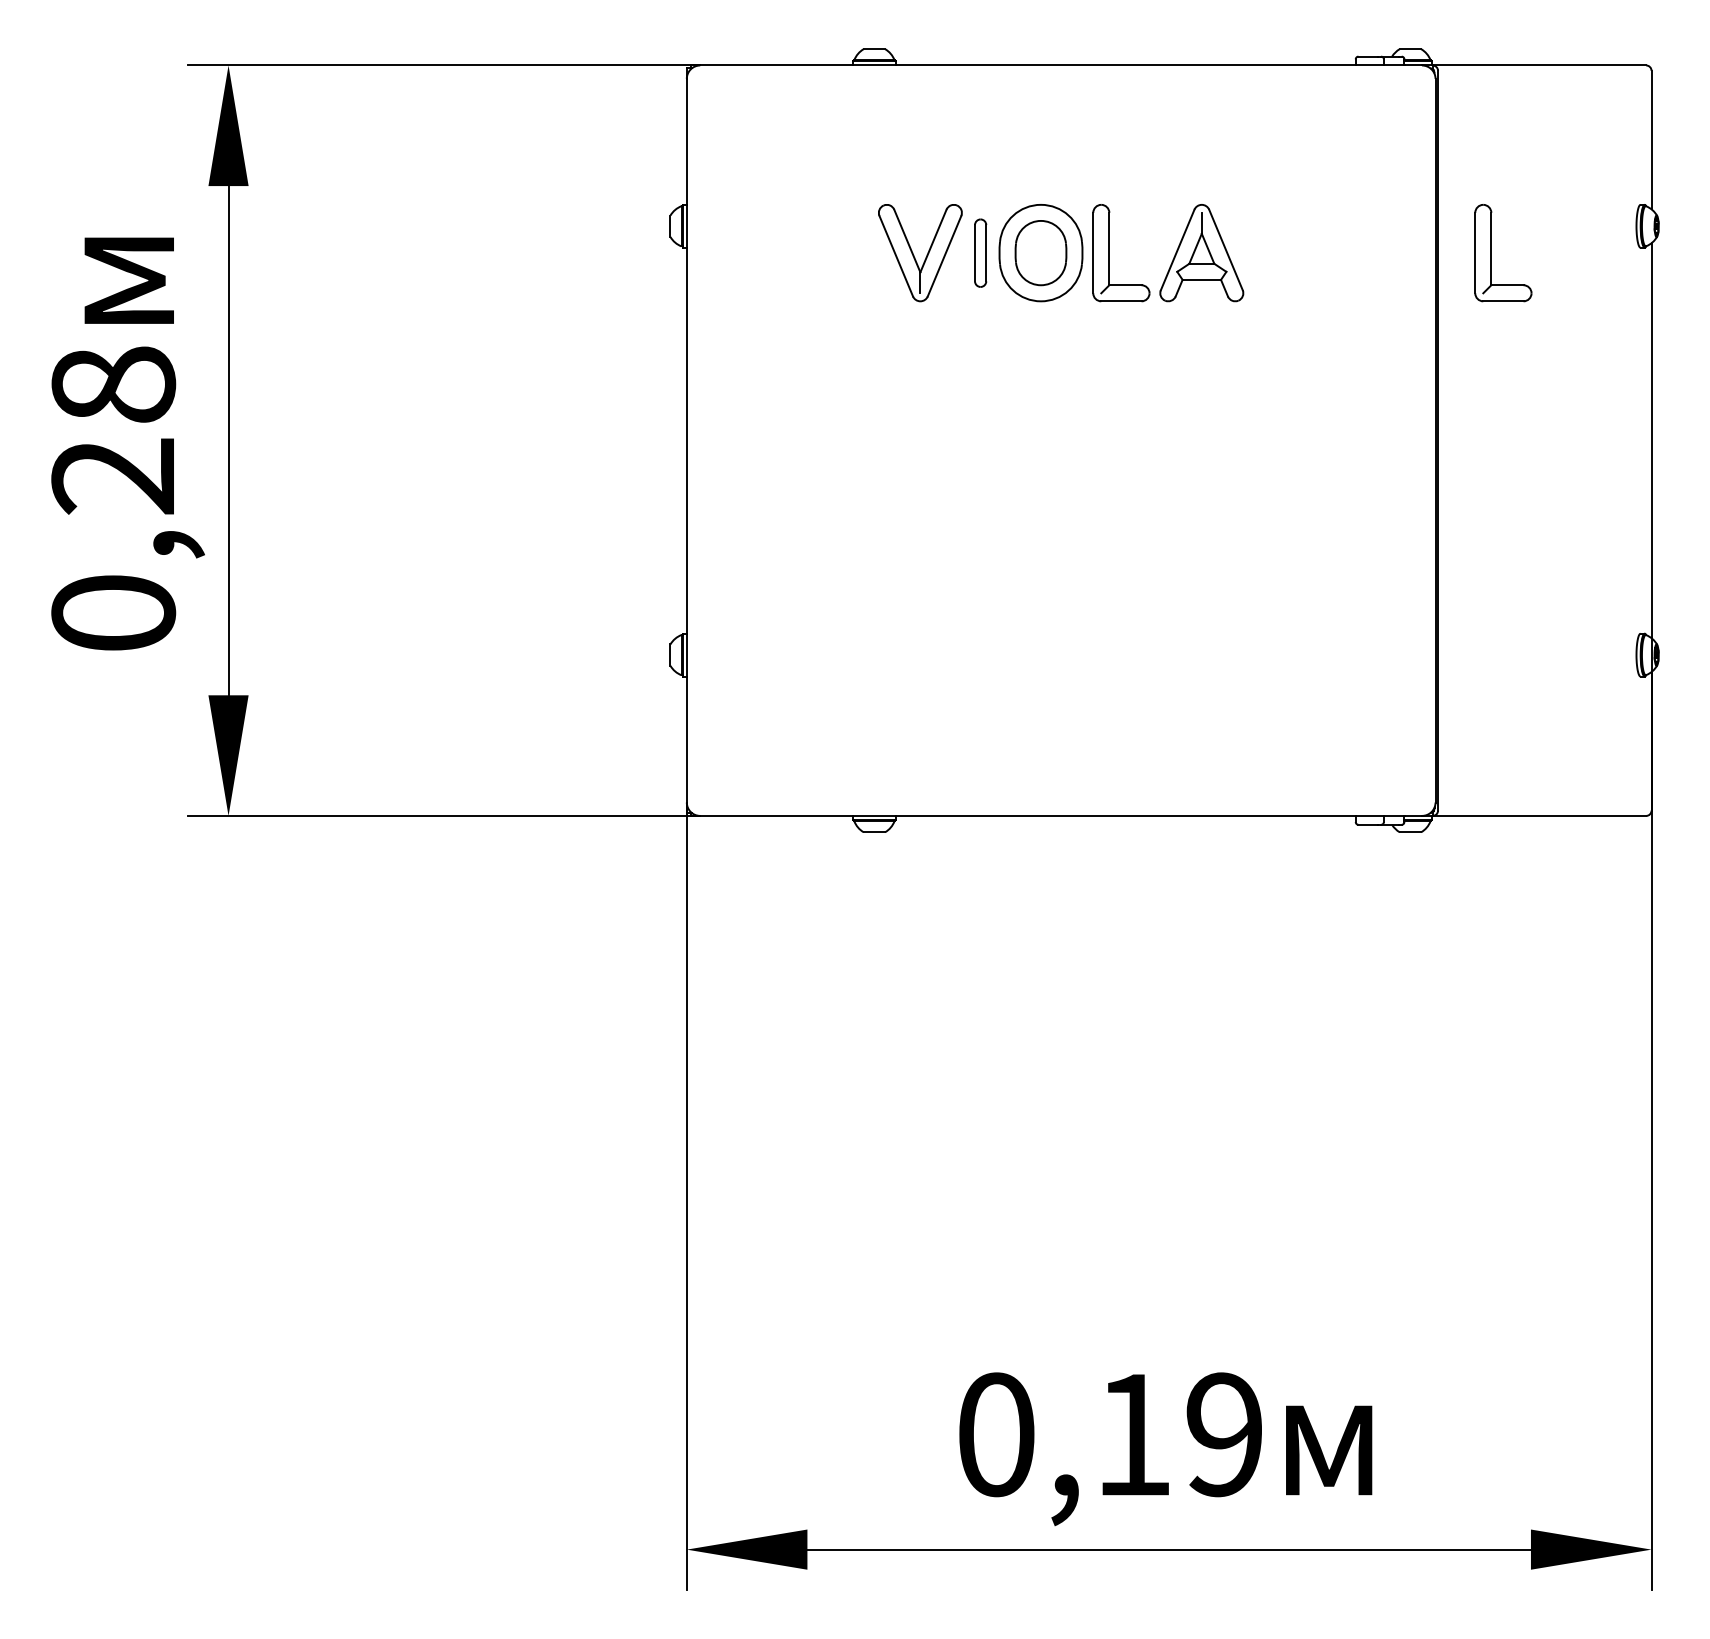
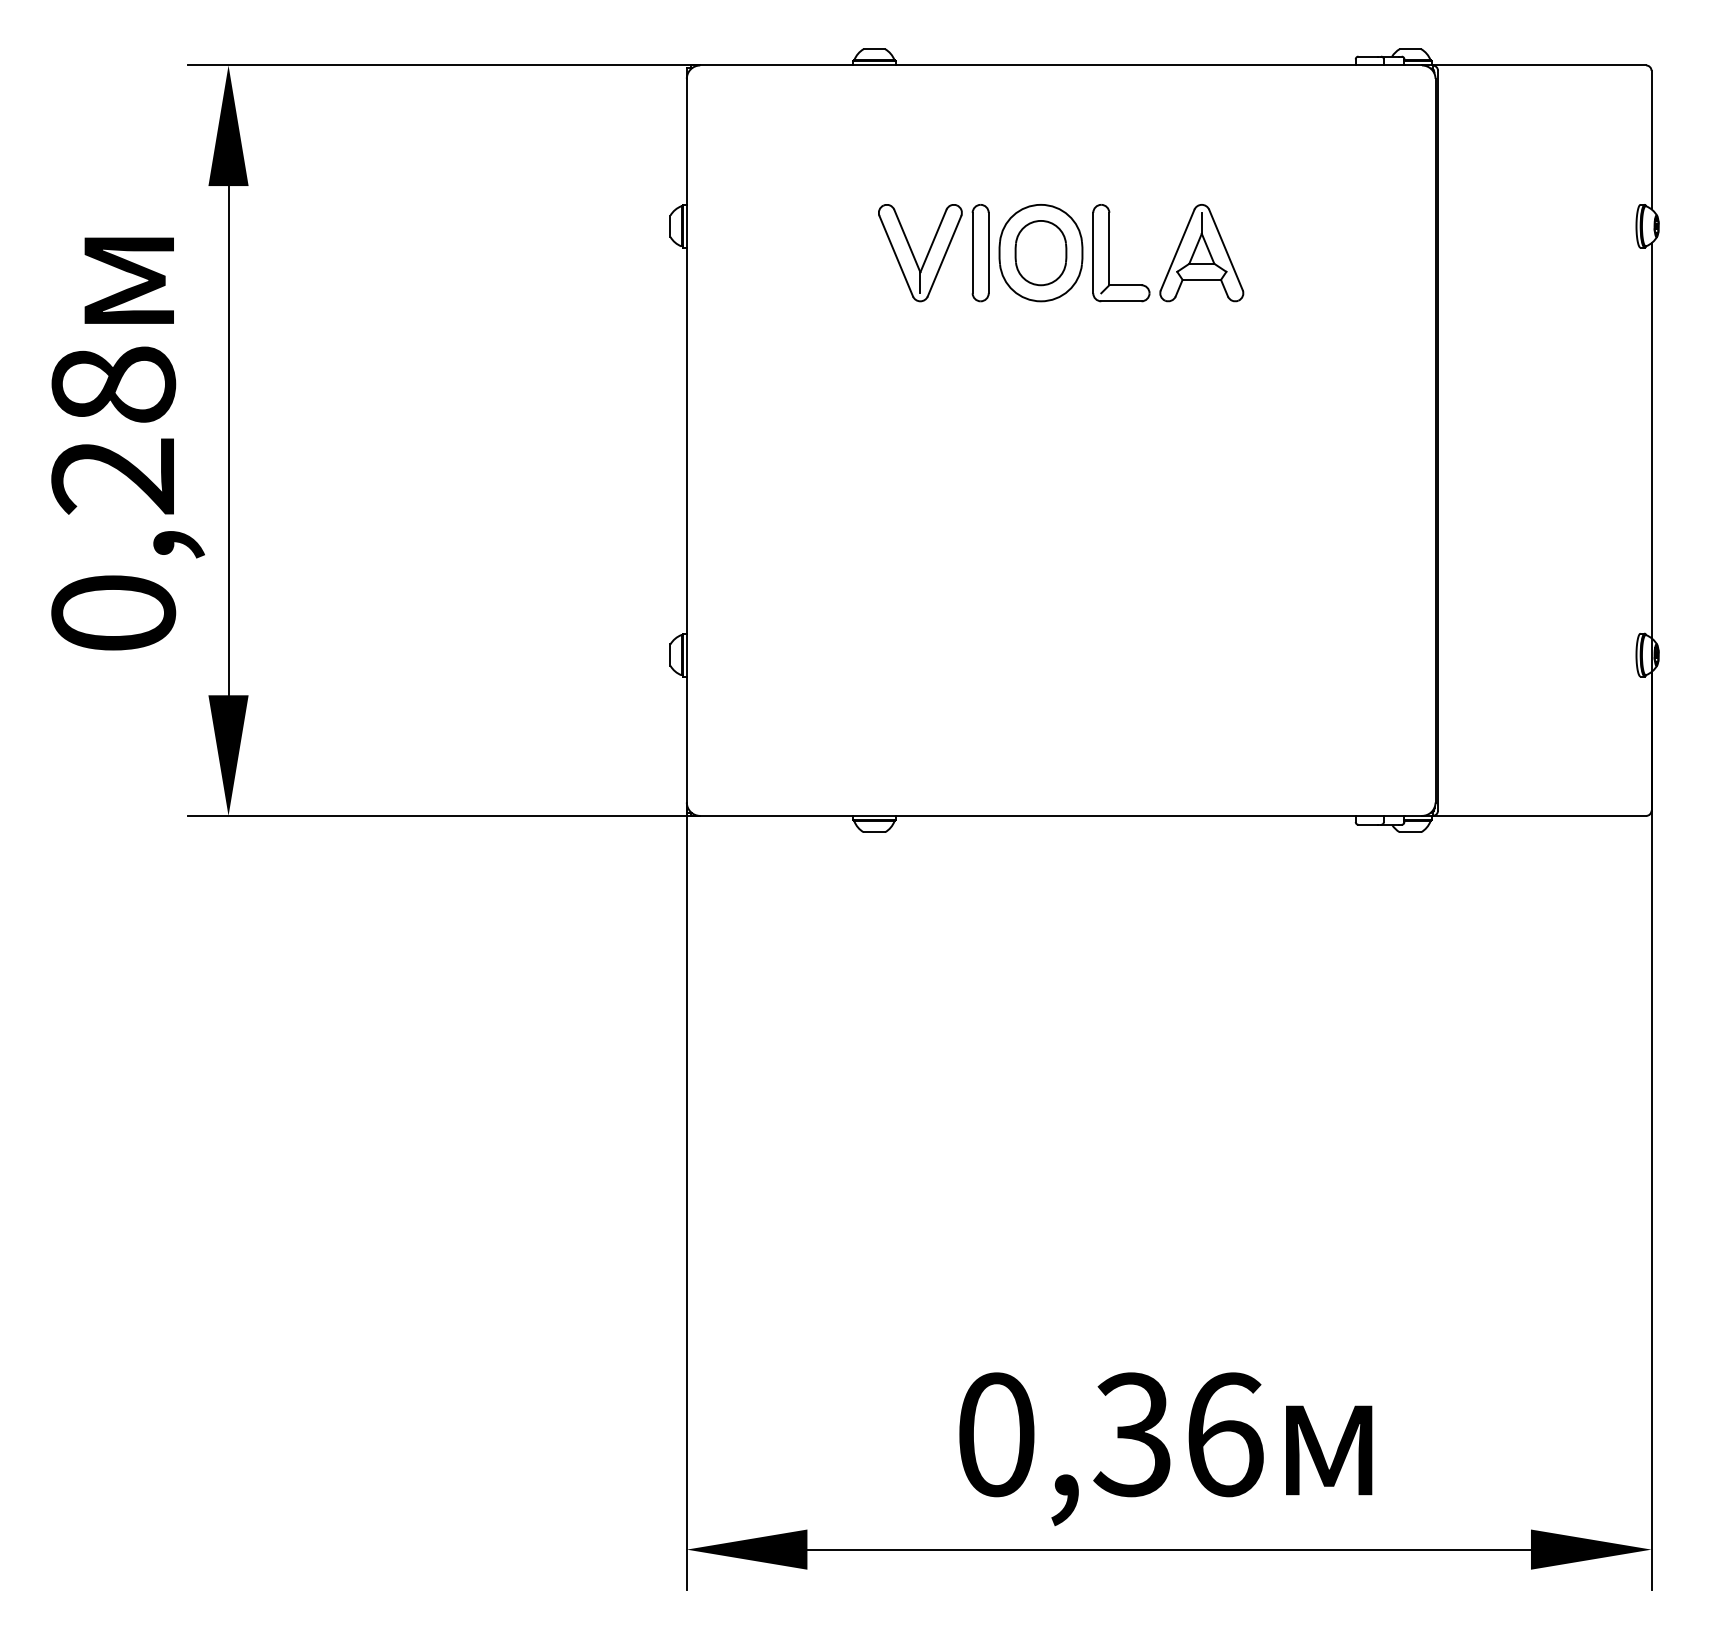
part at (980, 252) size: 14x70 px -> 19x99 px
part at (1491, 253): present -> none
text at (1178, 1434): 0,19 -> 0,36
